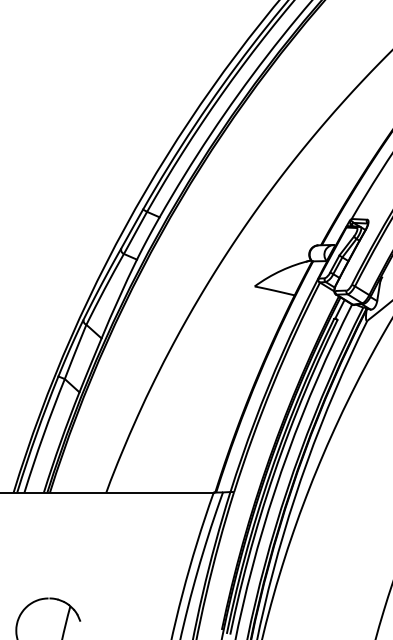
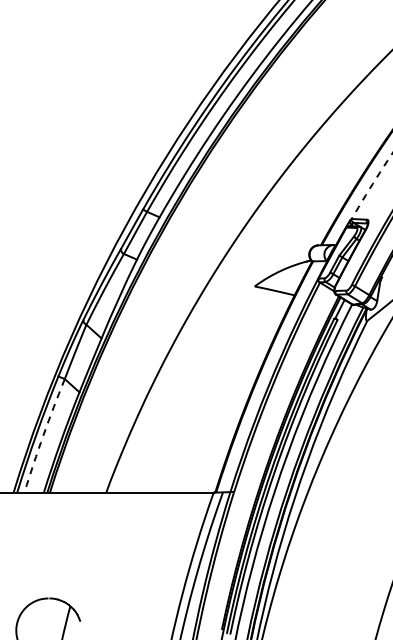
arc at (371, 185): solid -> dashed
arc at (43, 435): solid -> dashed
